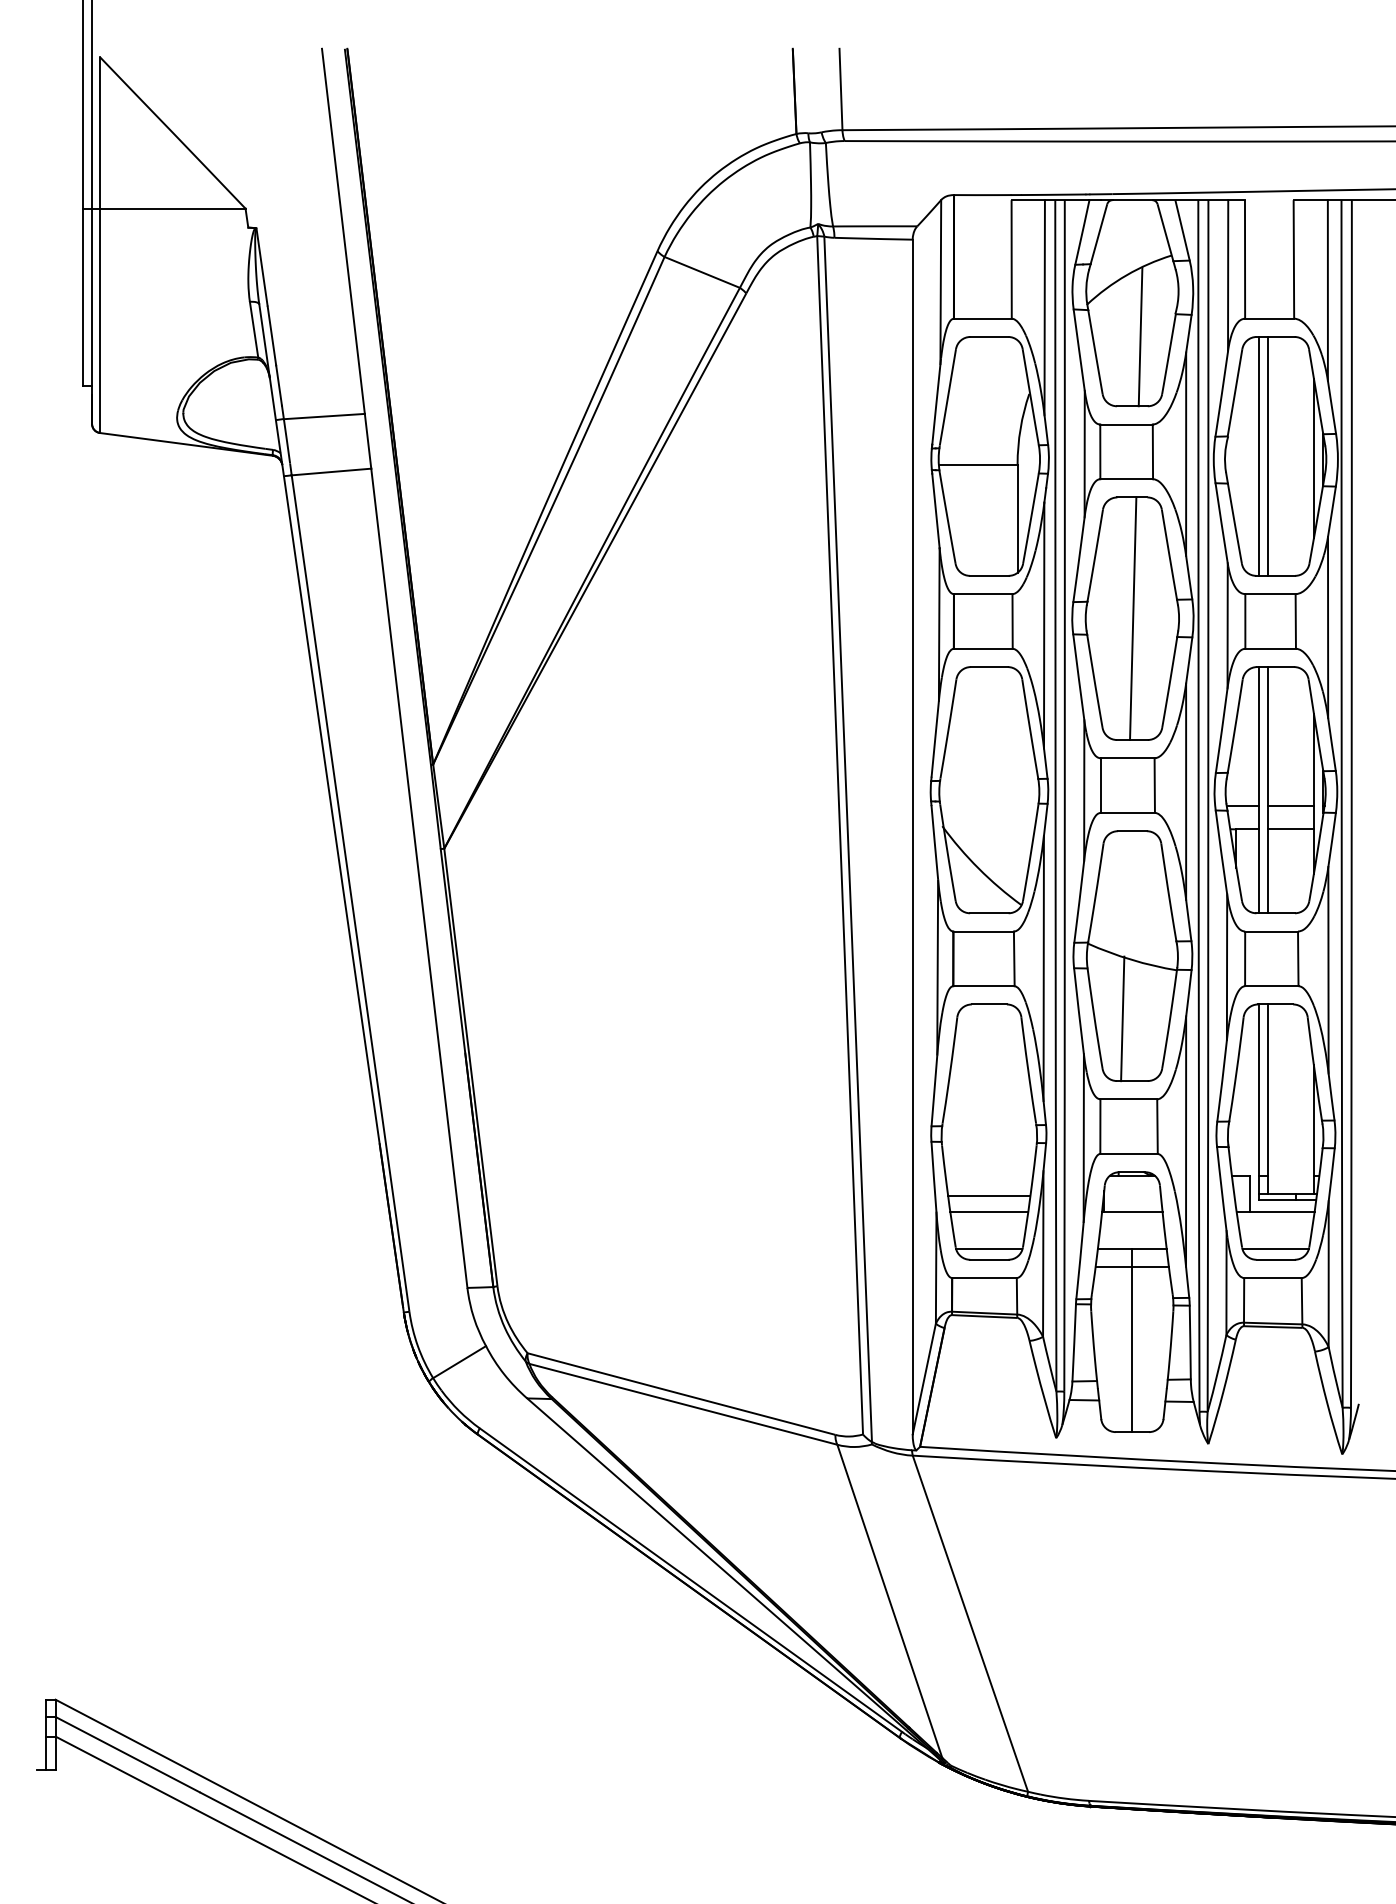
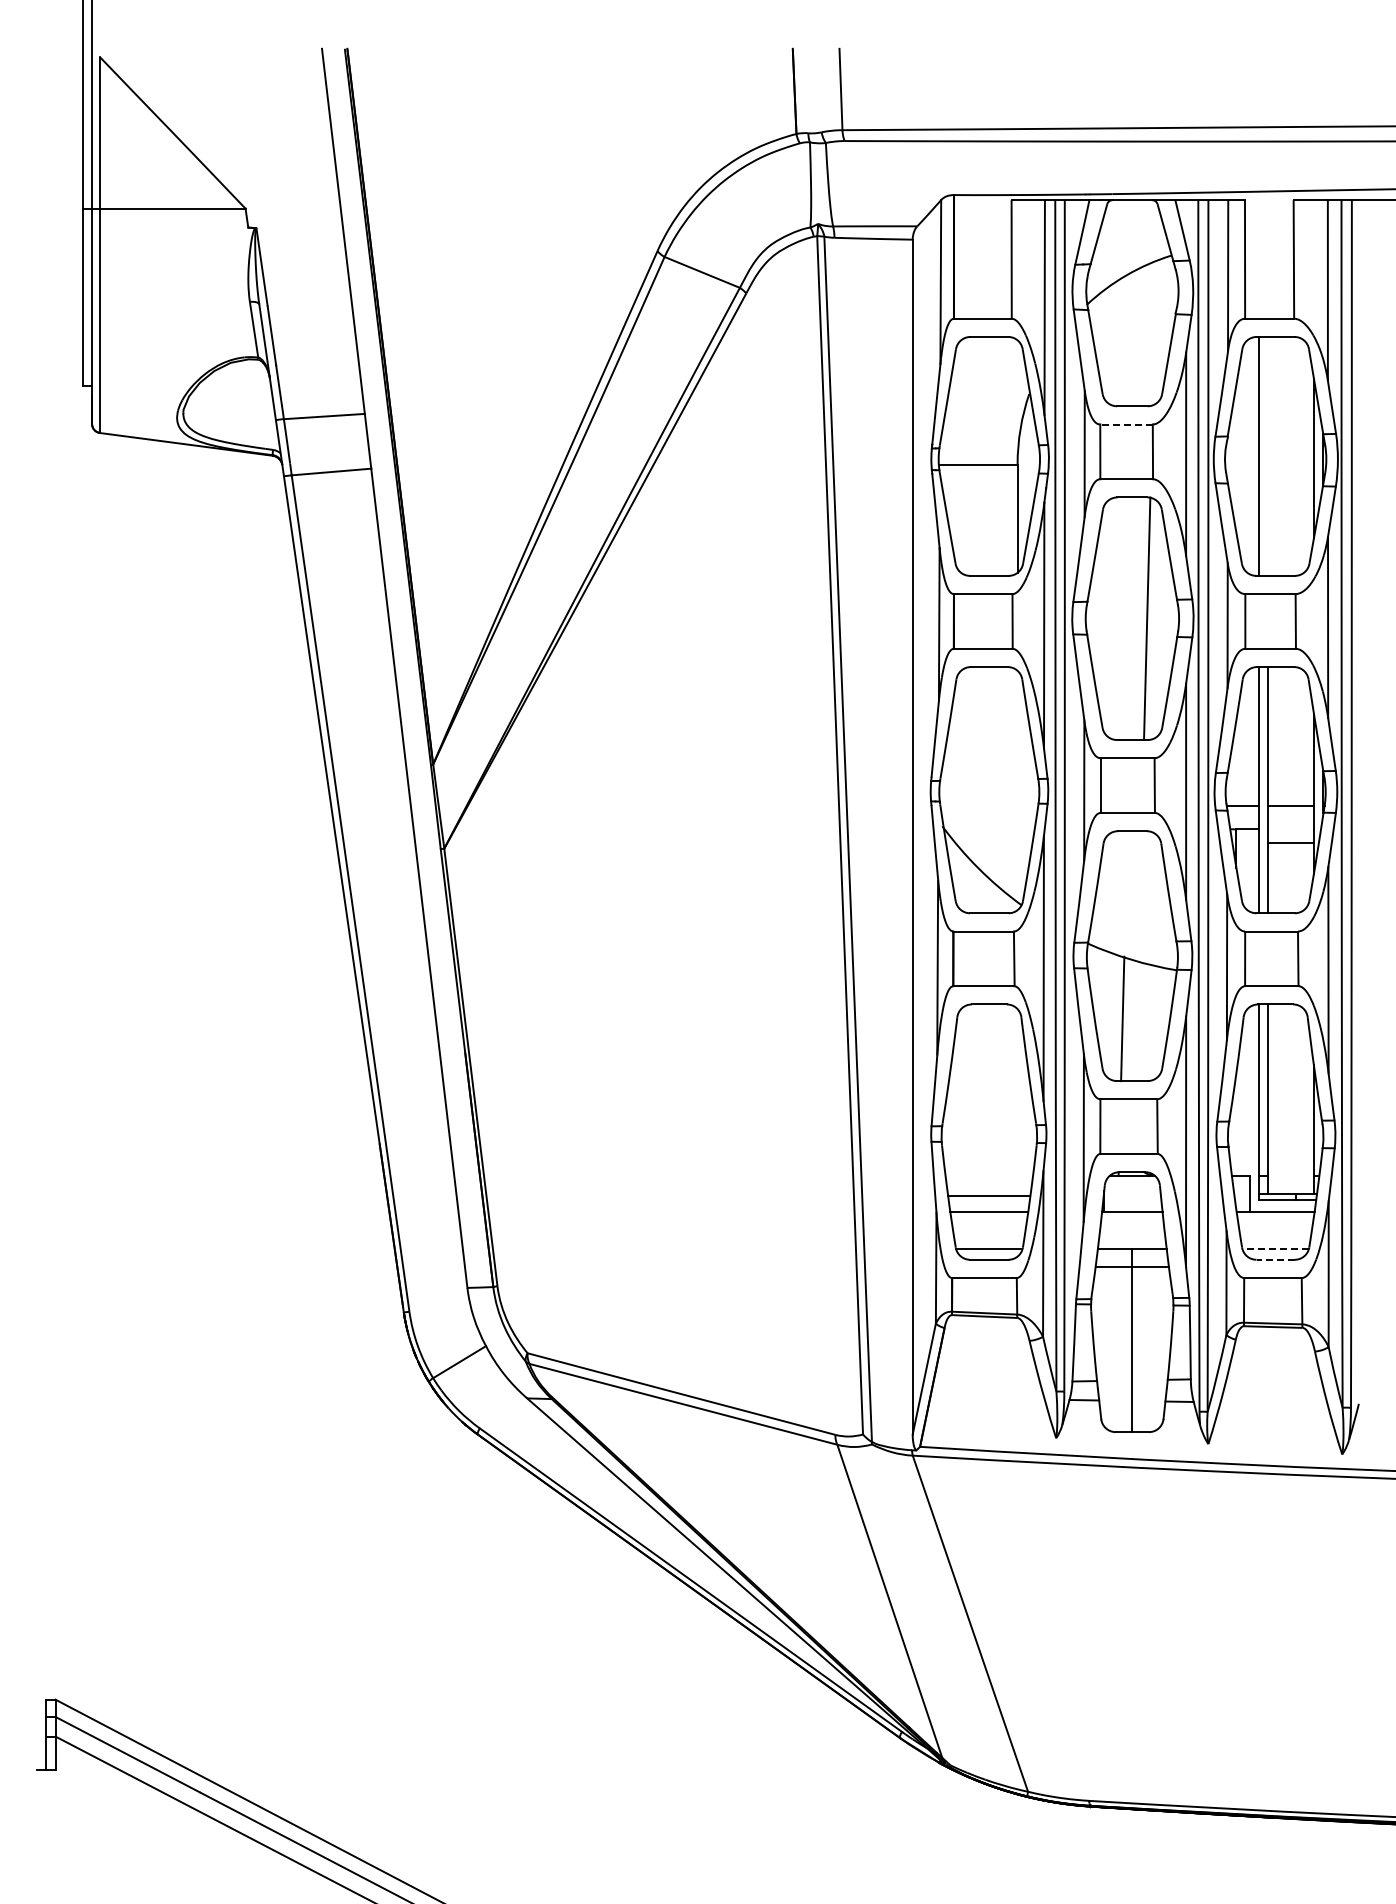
line at (1140, 336): present -> none
line at (1126, 424): solid -> dashed
line at (1268, 455): present -> none
line at (1133, 618) position: (1133, 618) -> (1147, 618)
line at (1290, 829) position: (1290, 829) -> (1290, 843)
line at (1275, 1248): solid -> dashed
line at (1275, 1259): solid -> dashed
